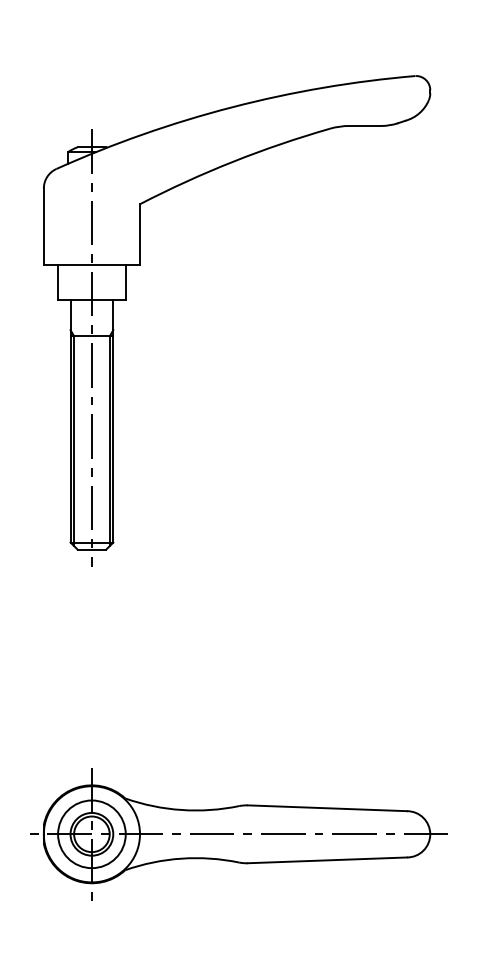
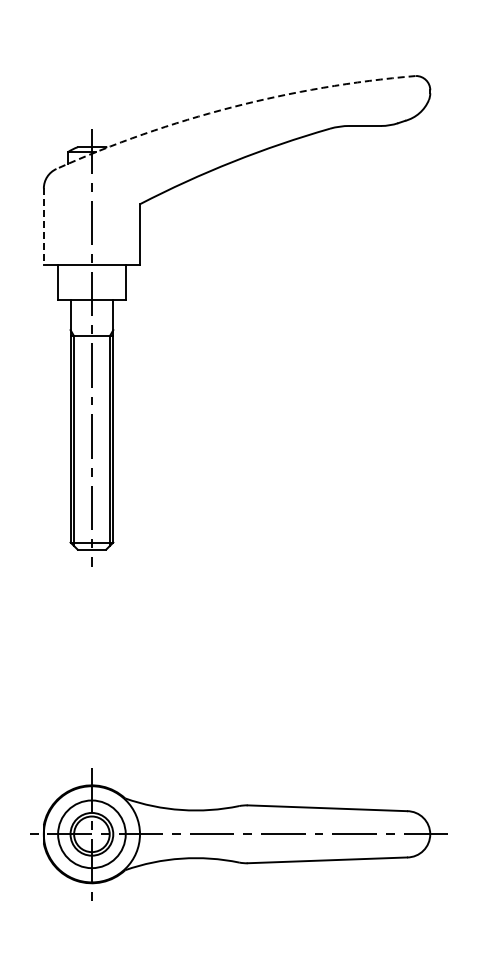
arc at (232, 107): solid -> dashed
line at (43, 227): solid -> dashed
